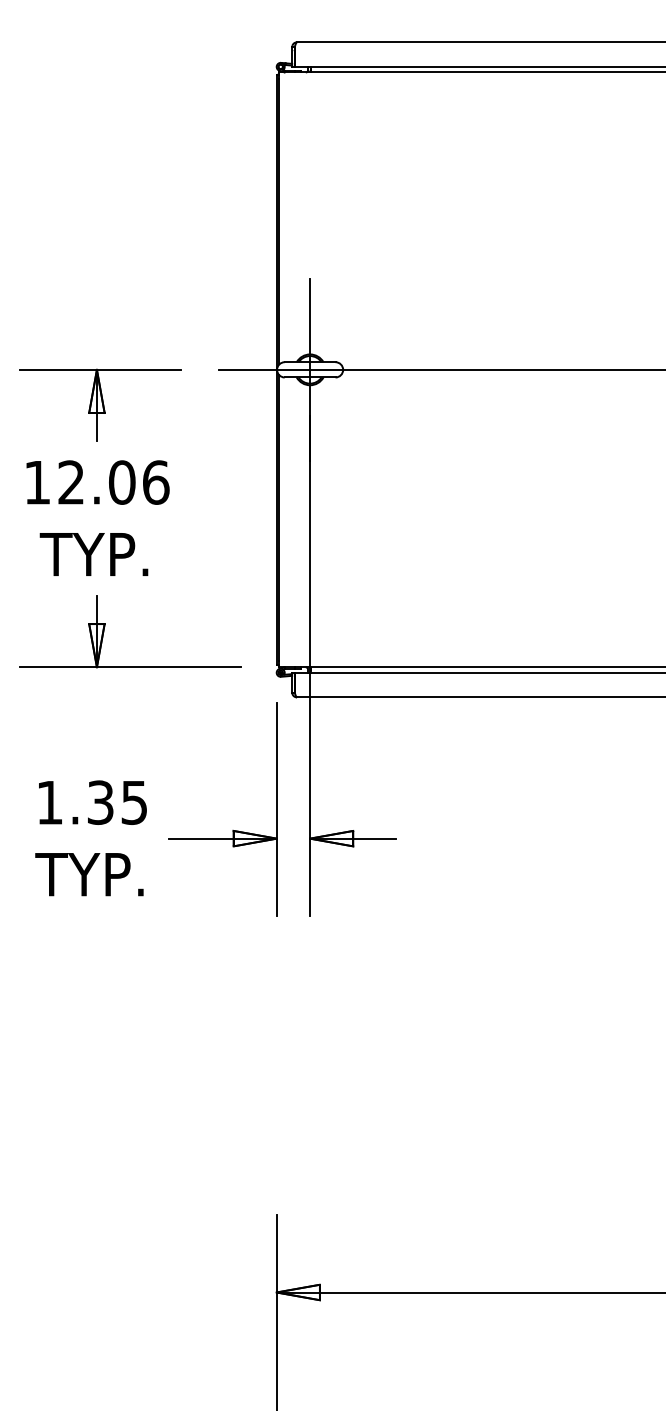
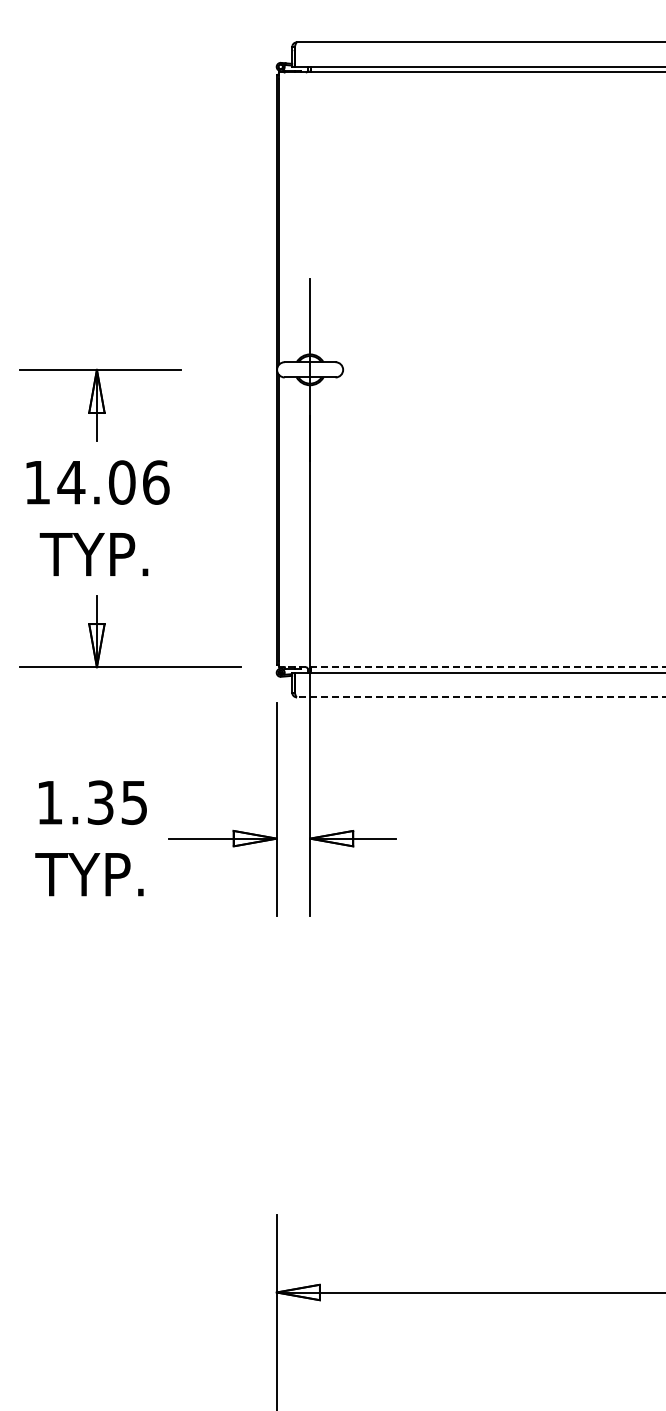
line at (440, 369): present -> none
text at (71, 482): 12.06 -> 14.06
line at (472, 667): solid -> dashed
line at (480, 697): solid -> dashed
